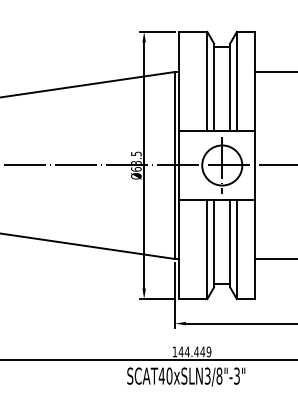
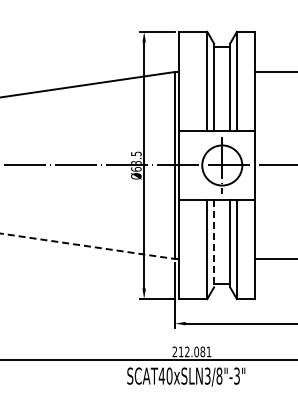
line at (214, 243): solid -> dashed
line at (88, 246): solid -> dashed
text at (191, 351): 144.449 -> 212.081
